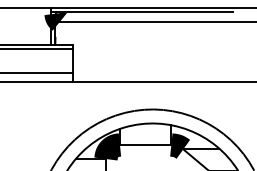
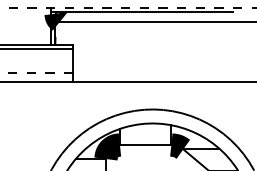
line at (128, 7): solid -> dashed
line at (36, 73): solid -> dashed
